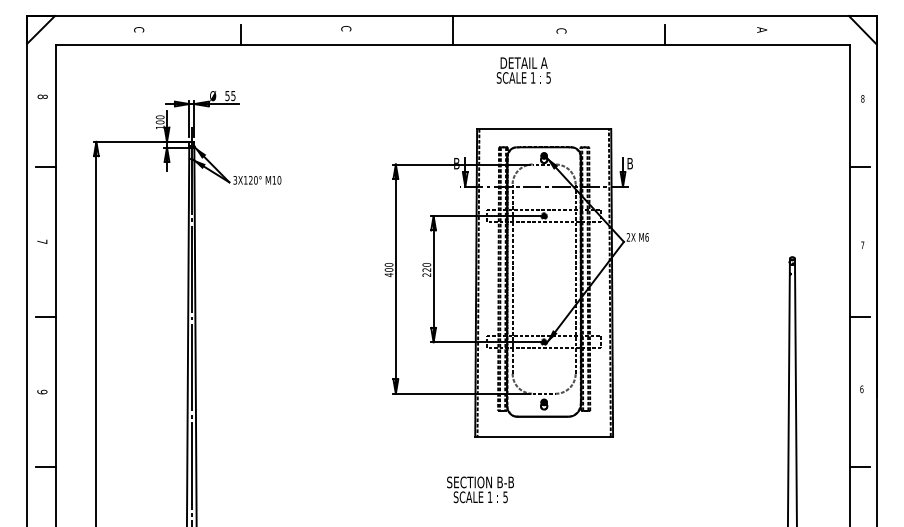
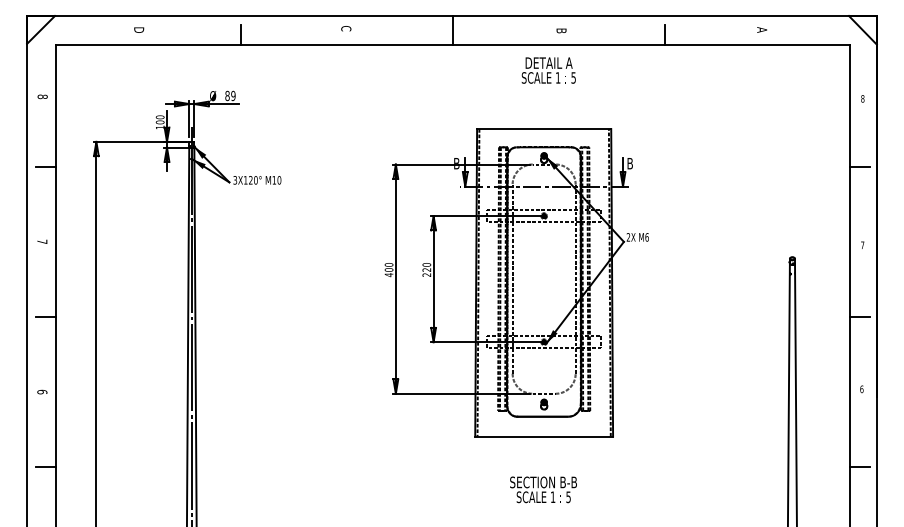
text at (139, 29): C -> D
text at (561, 30): C -> B
text at (523, 70) position: (523, 70) -> (548, 70)
text at (230, 95): 55 -> 89
text at (42, 391): 9 -> 6
text at (480, 489) position: (480, 489) -> (543, 489)
